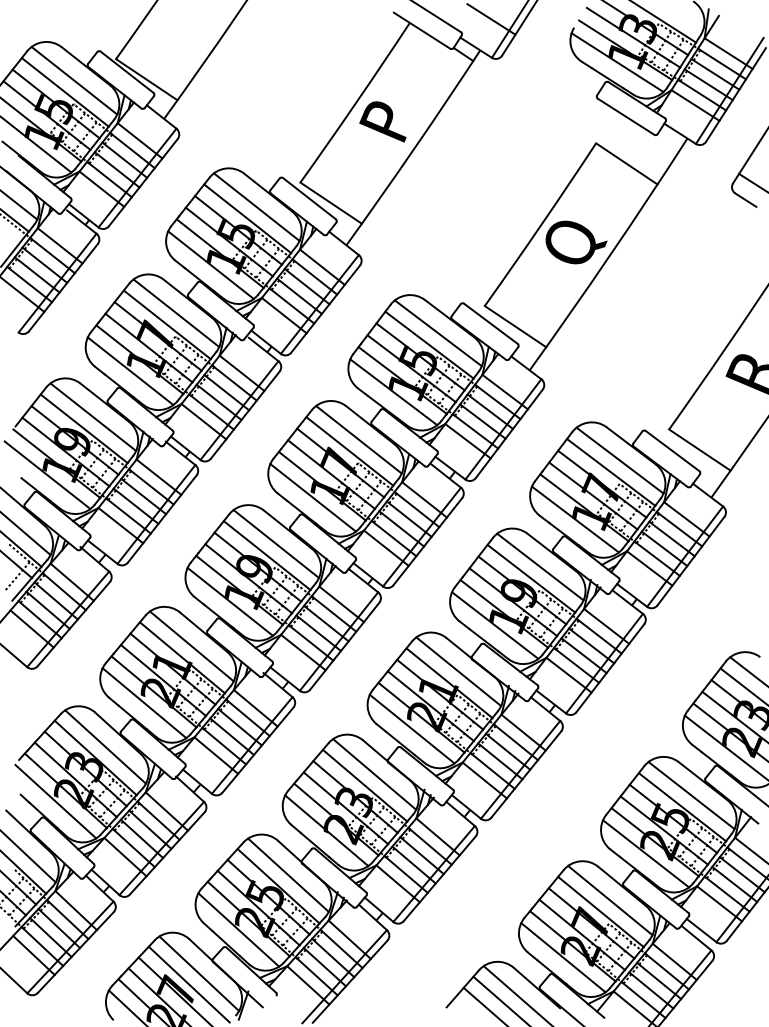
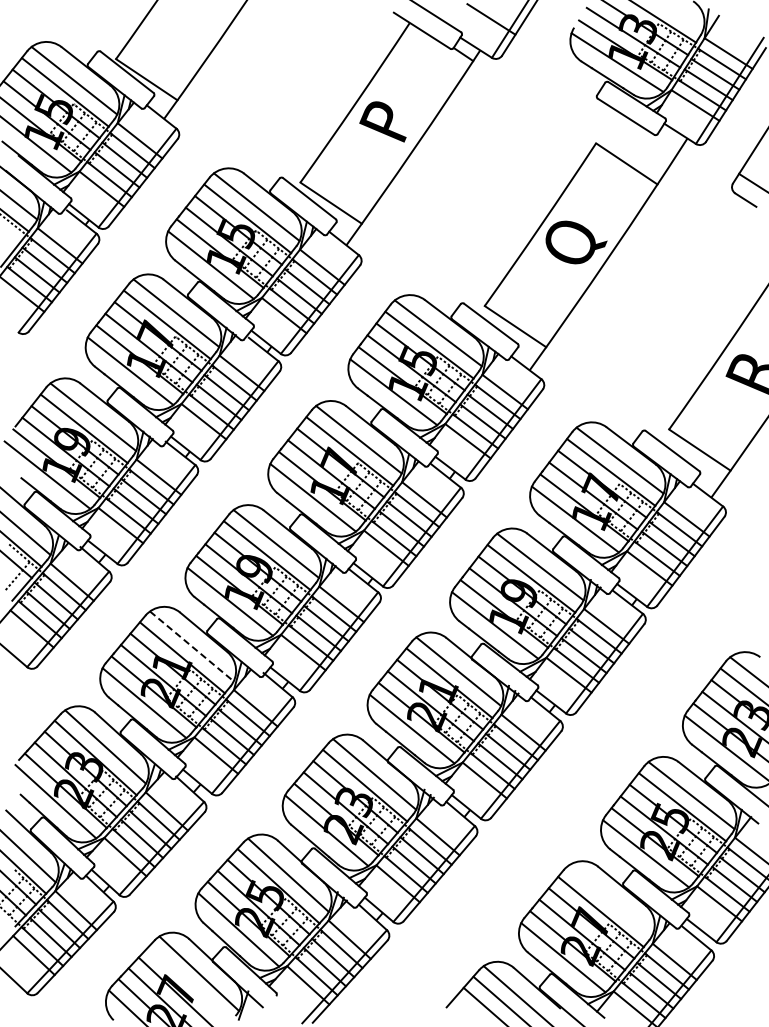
line at (191, 646): solid -> dashed
line at (610, 900): present -> none
line at (188, 984): present -> none
